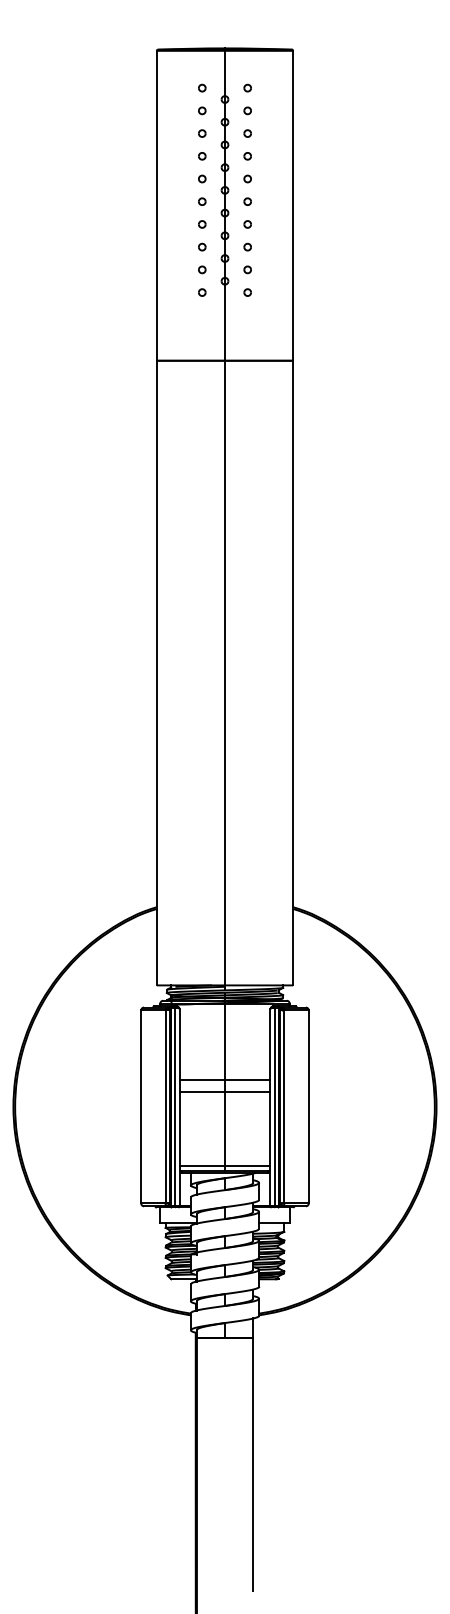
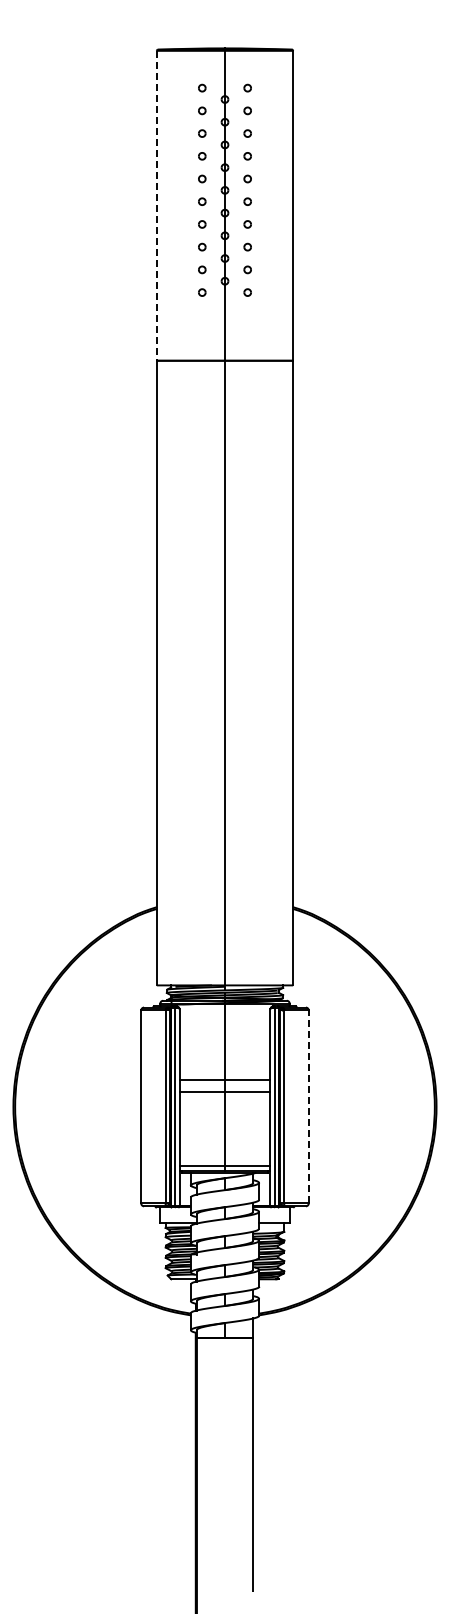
line at (156, 205): solid -> dashed
line at (308, 1106): solid -> dashed
